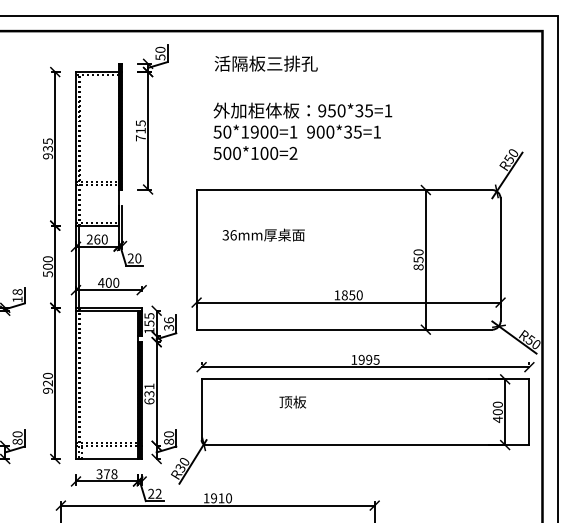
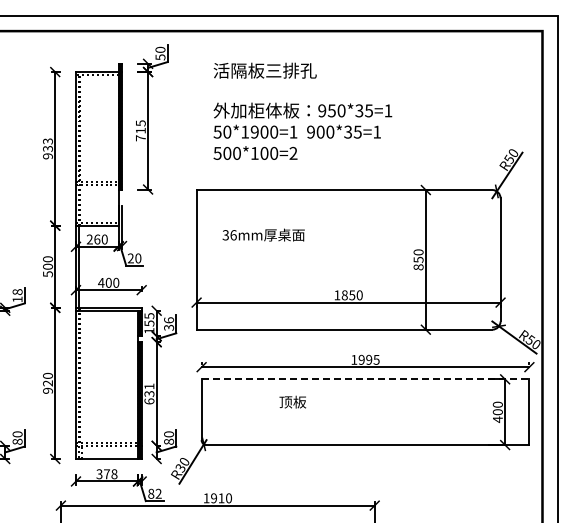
text at (265, 63) position: (265, 63) -> (264, 70)
text at (47, 141): 935 -> 933
line at (365, 379): solid -> dashed
text at (151, 493): 22 -> 82
